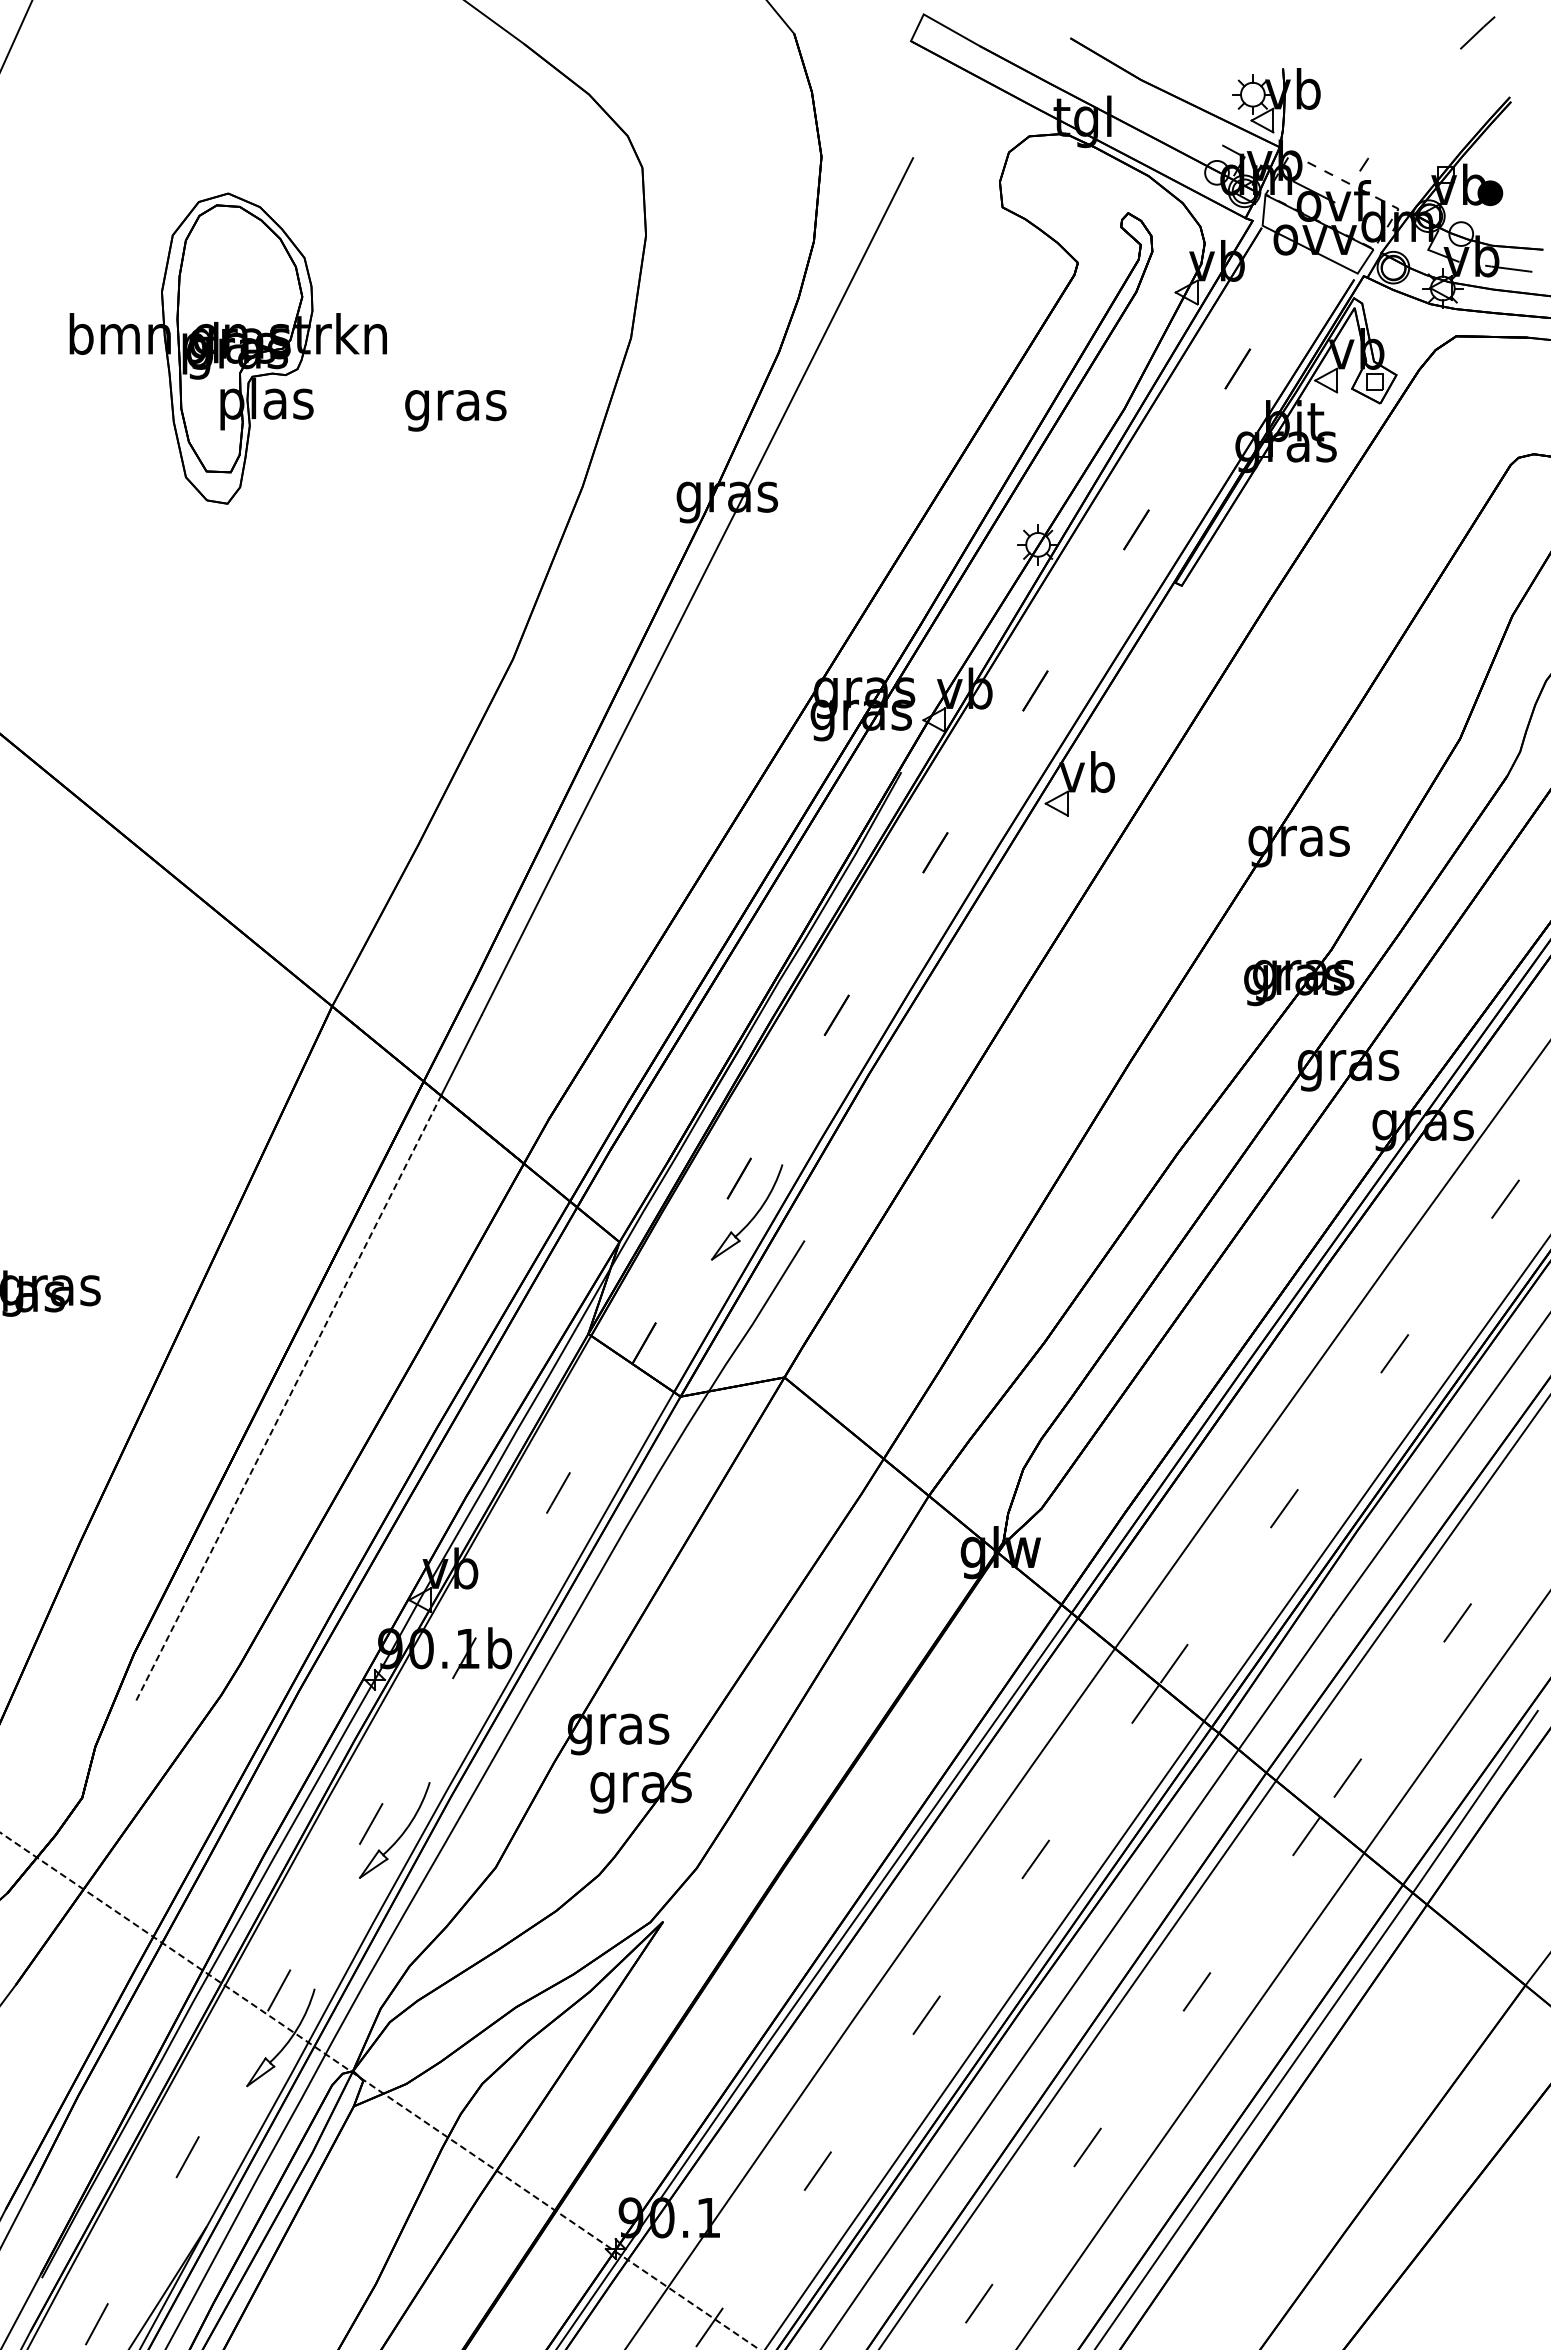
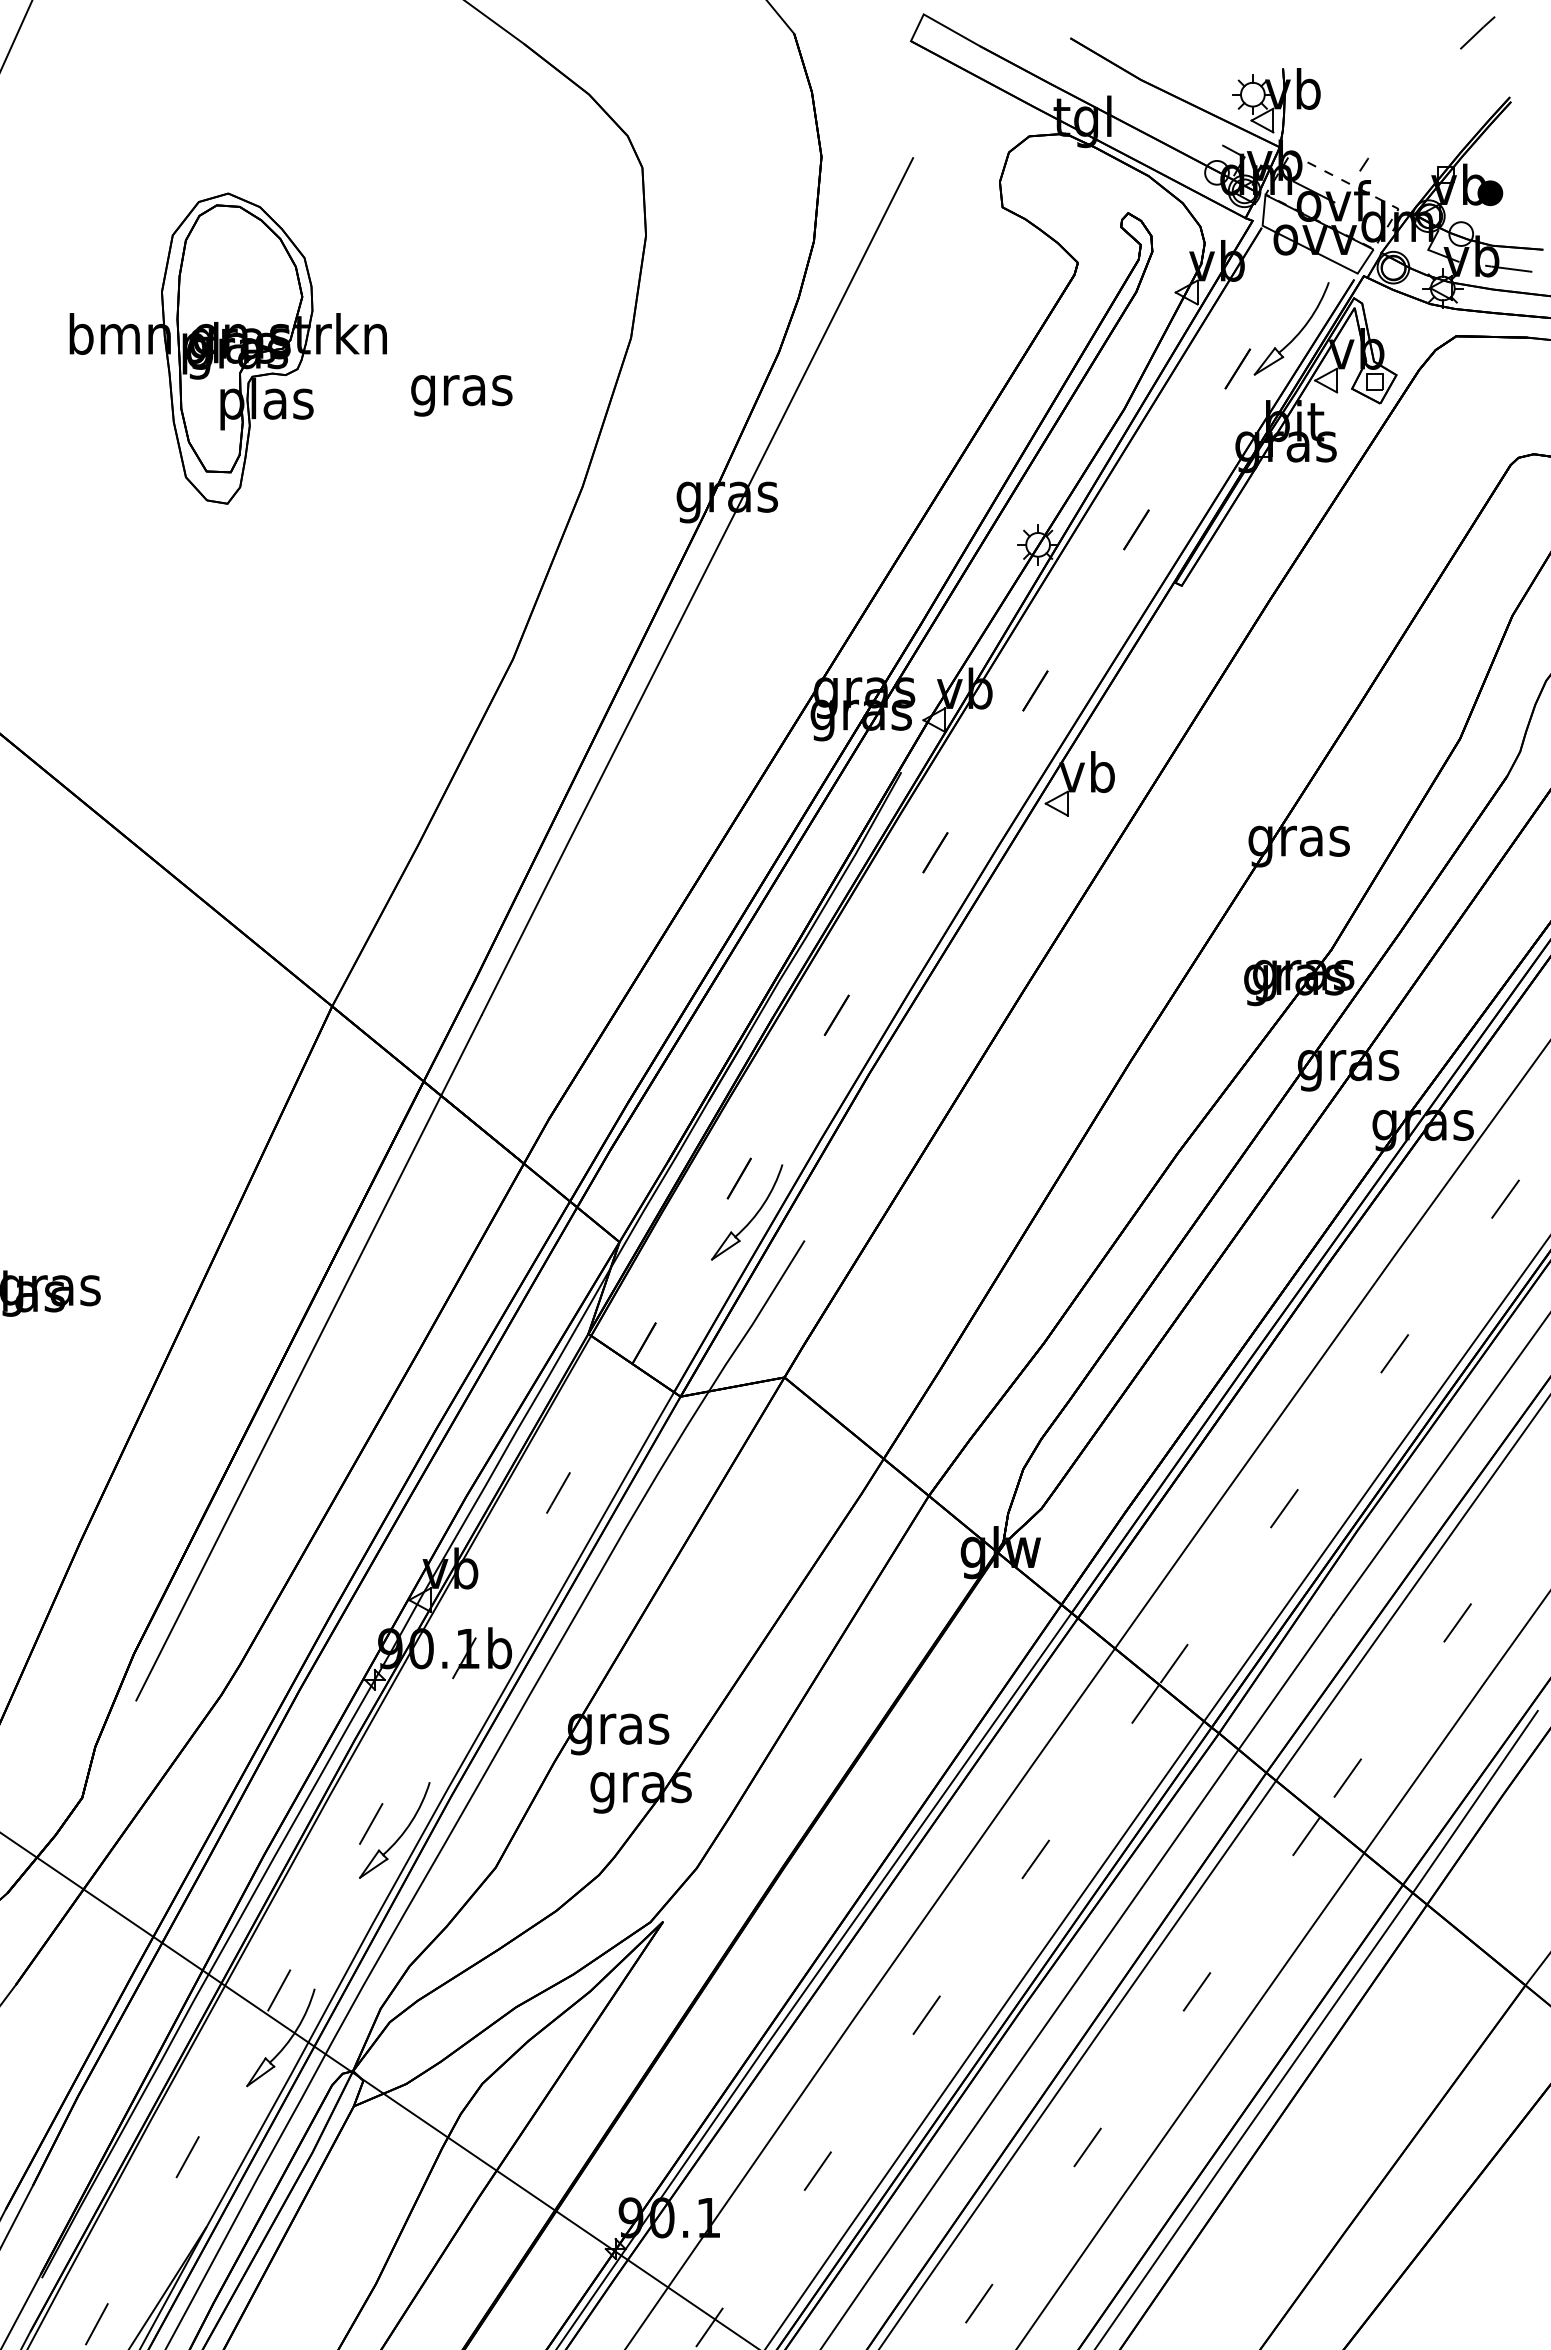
part at (1297, 333): none -> present
text at (455, 410) position: (455, 410) -> (461, 395)
line at (288, 1398): dashed -> solid
line at (380, 2091): dashed -> solid
